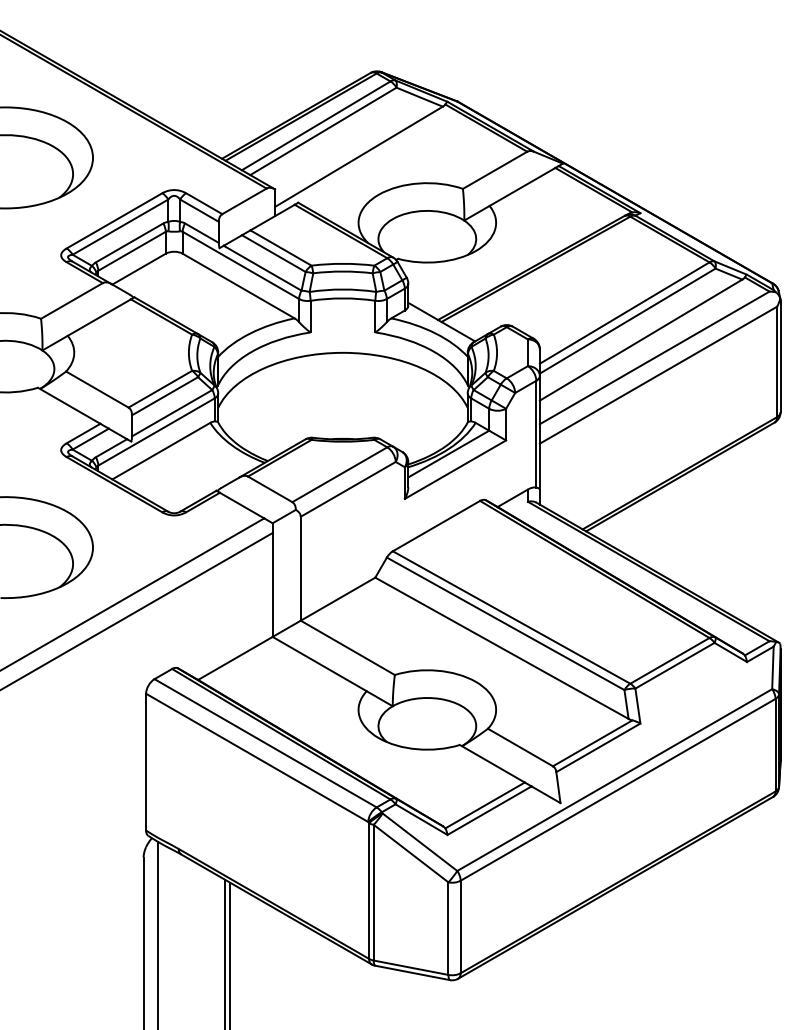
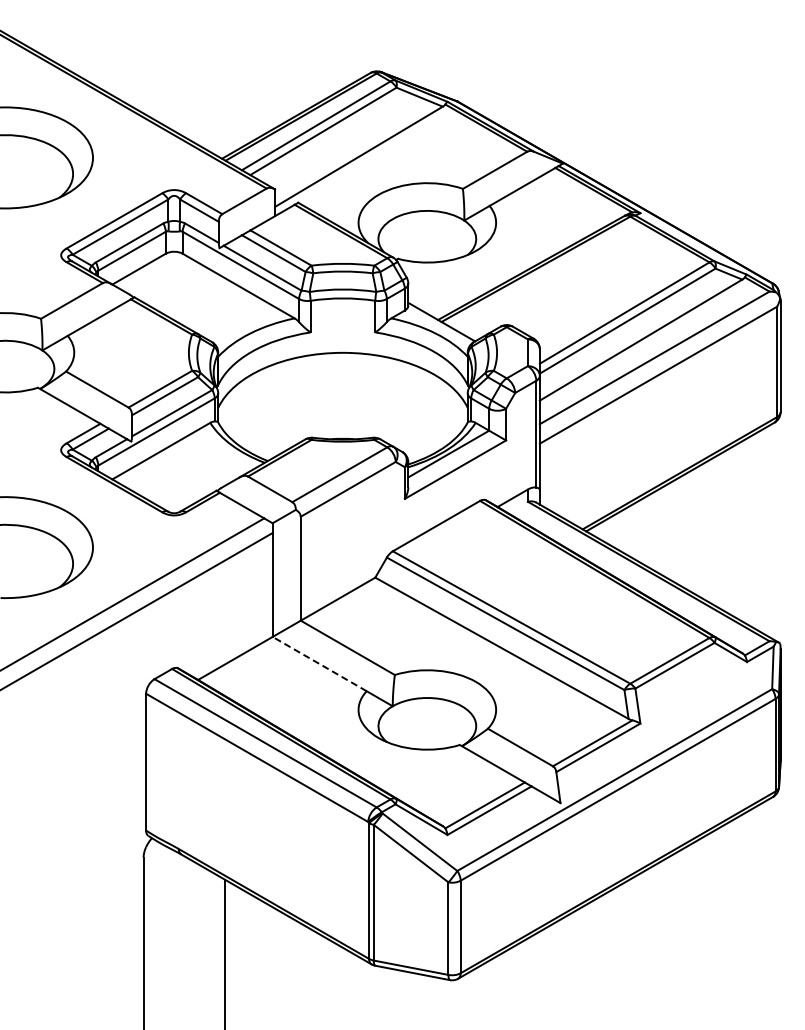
line at (319, 663): solid -> dashed
line at (157, 933): present -> none
line at (230, 954): present -> none
